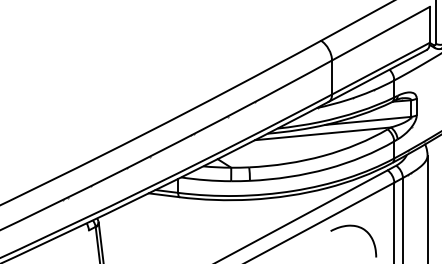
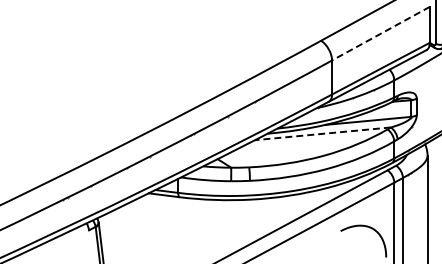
line at (380, 33): solid -> dashed
line at (322, 133): solid -> dashed
curve at (356, 227) position: (356, 227) -> (366, 227)
